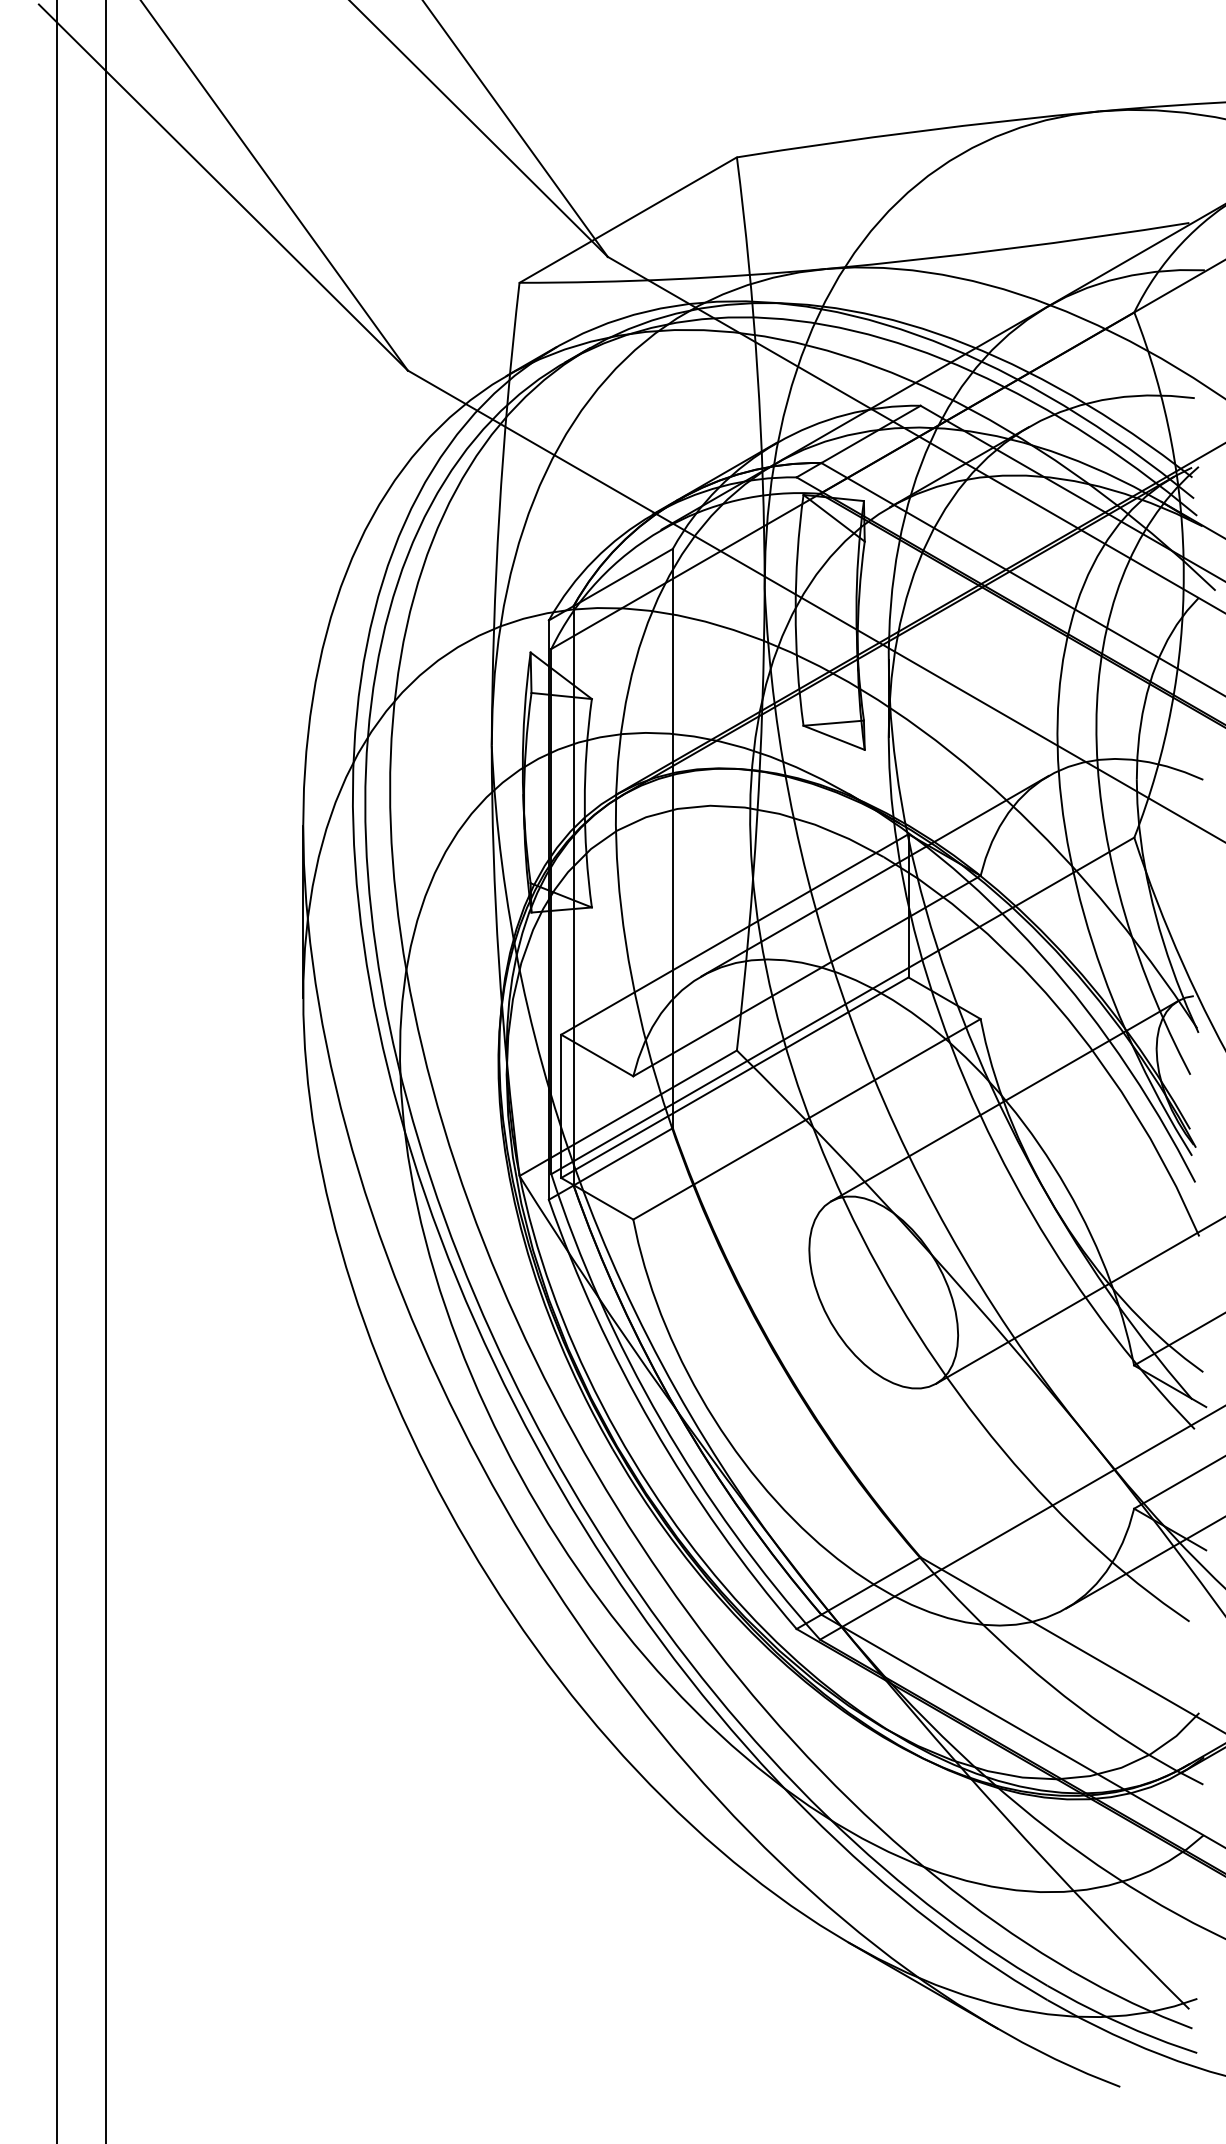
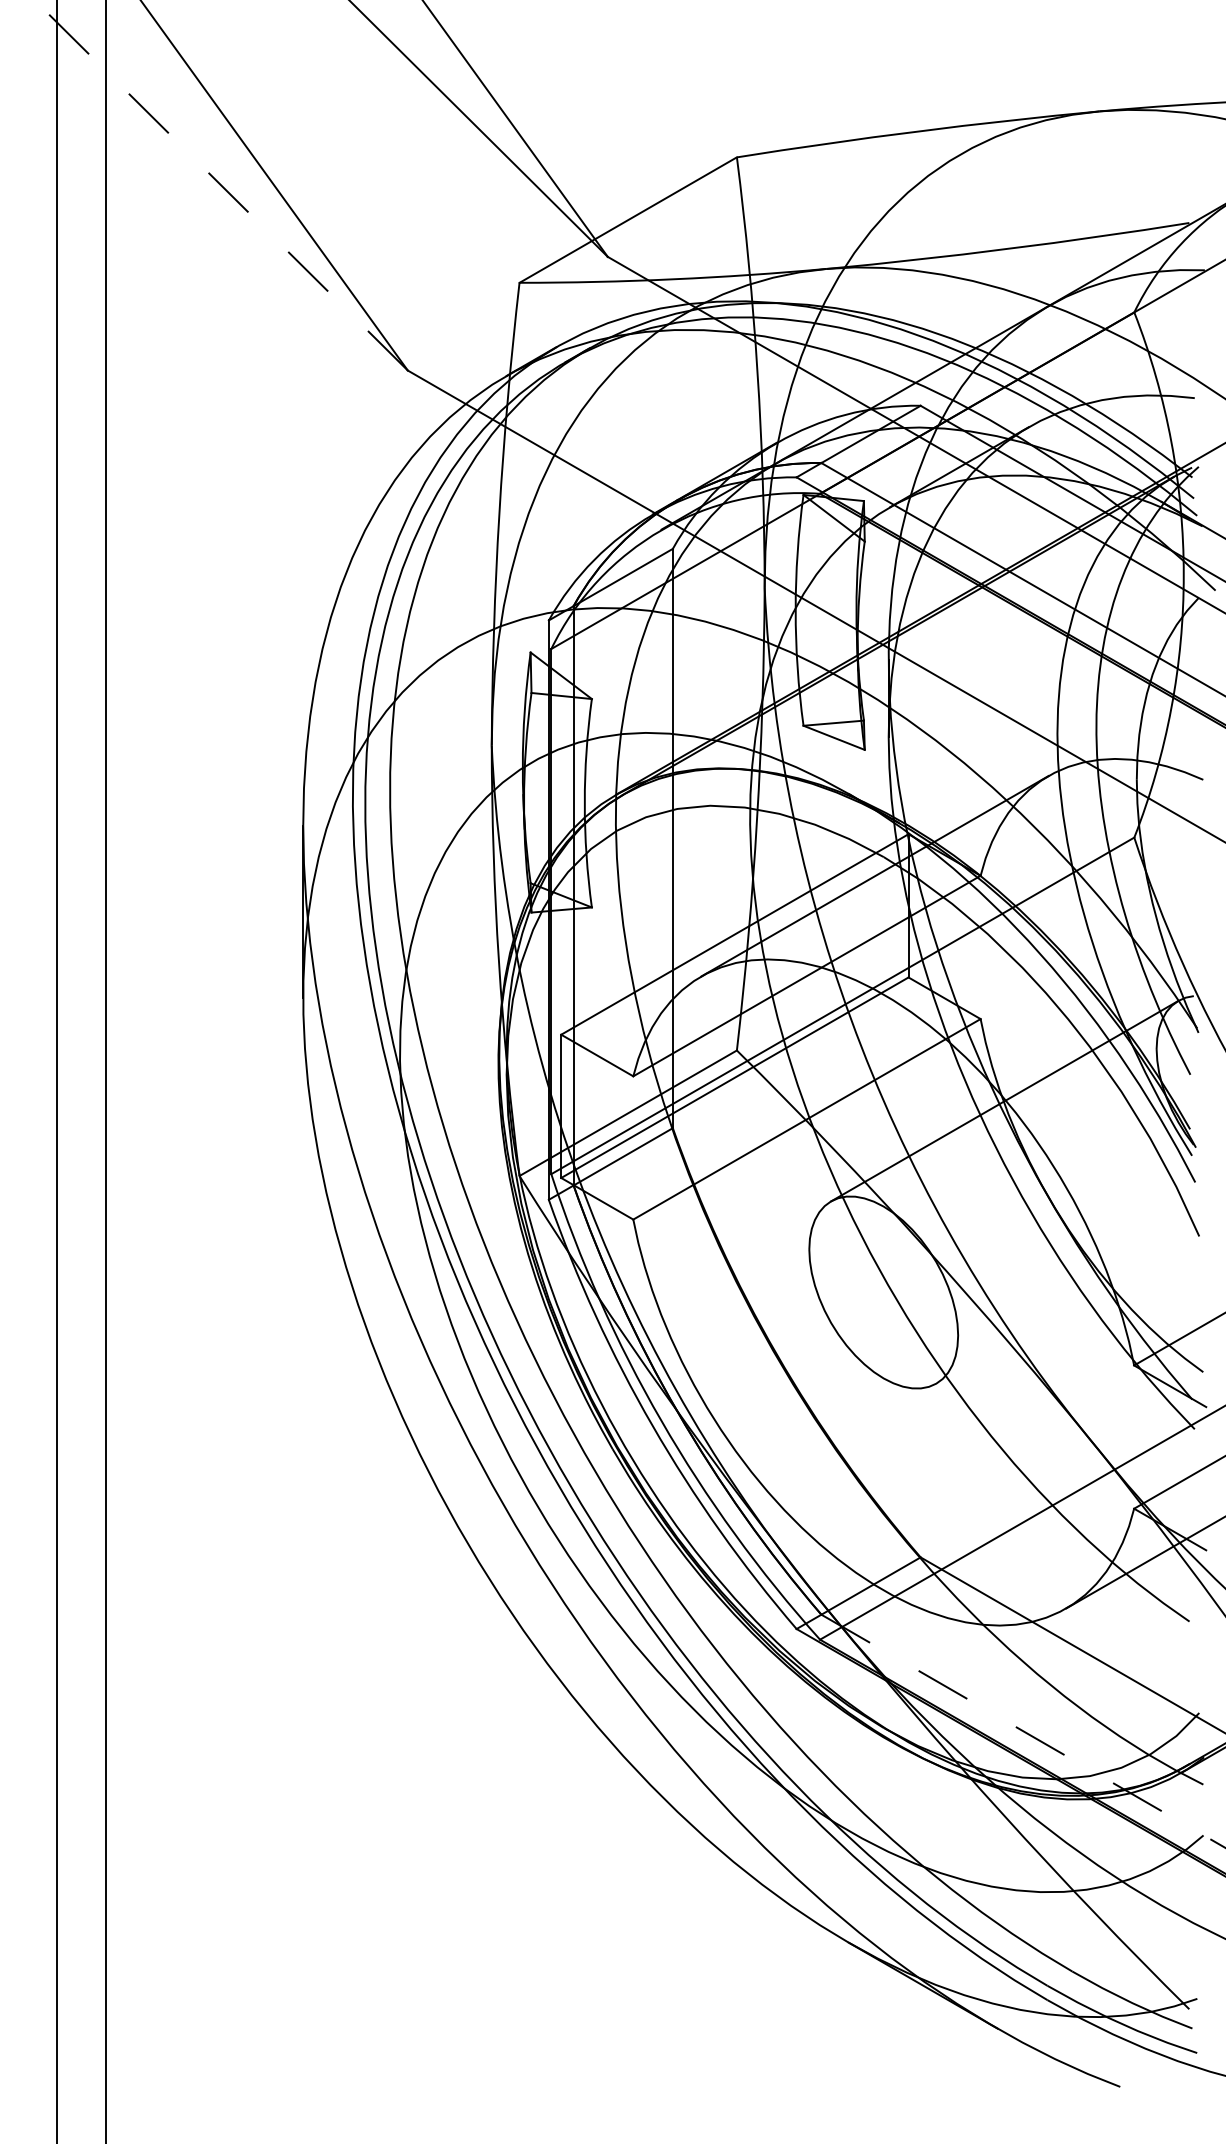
line at (223, 187): solid -> dashed
line at (1079, 1300): present -> none
line at (1023, 1731): solid -> dashed
